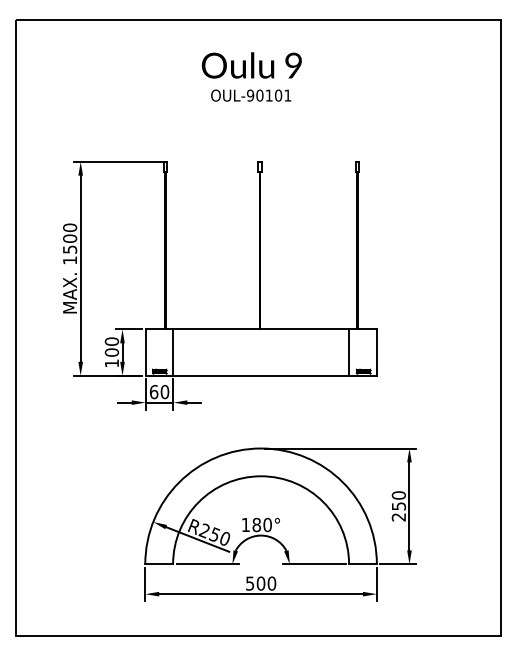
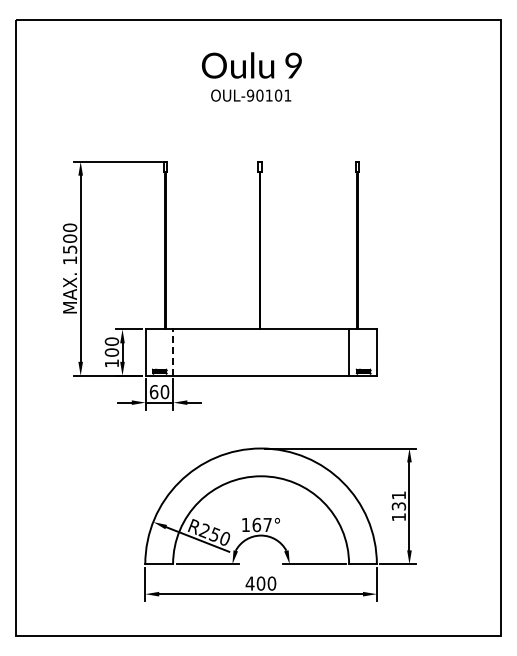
line at (173, 352): solid -> dashed
text at (398, 506): 250 -> 131
text at (261, 524): 180° -> 167°
text at (249, 583): 500 -> 400
